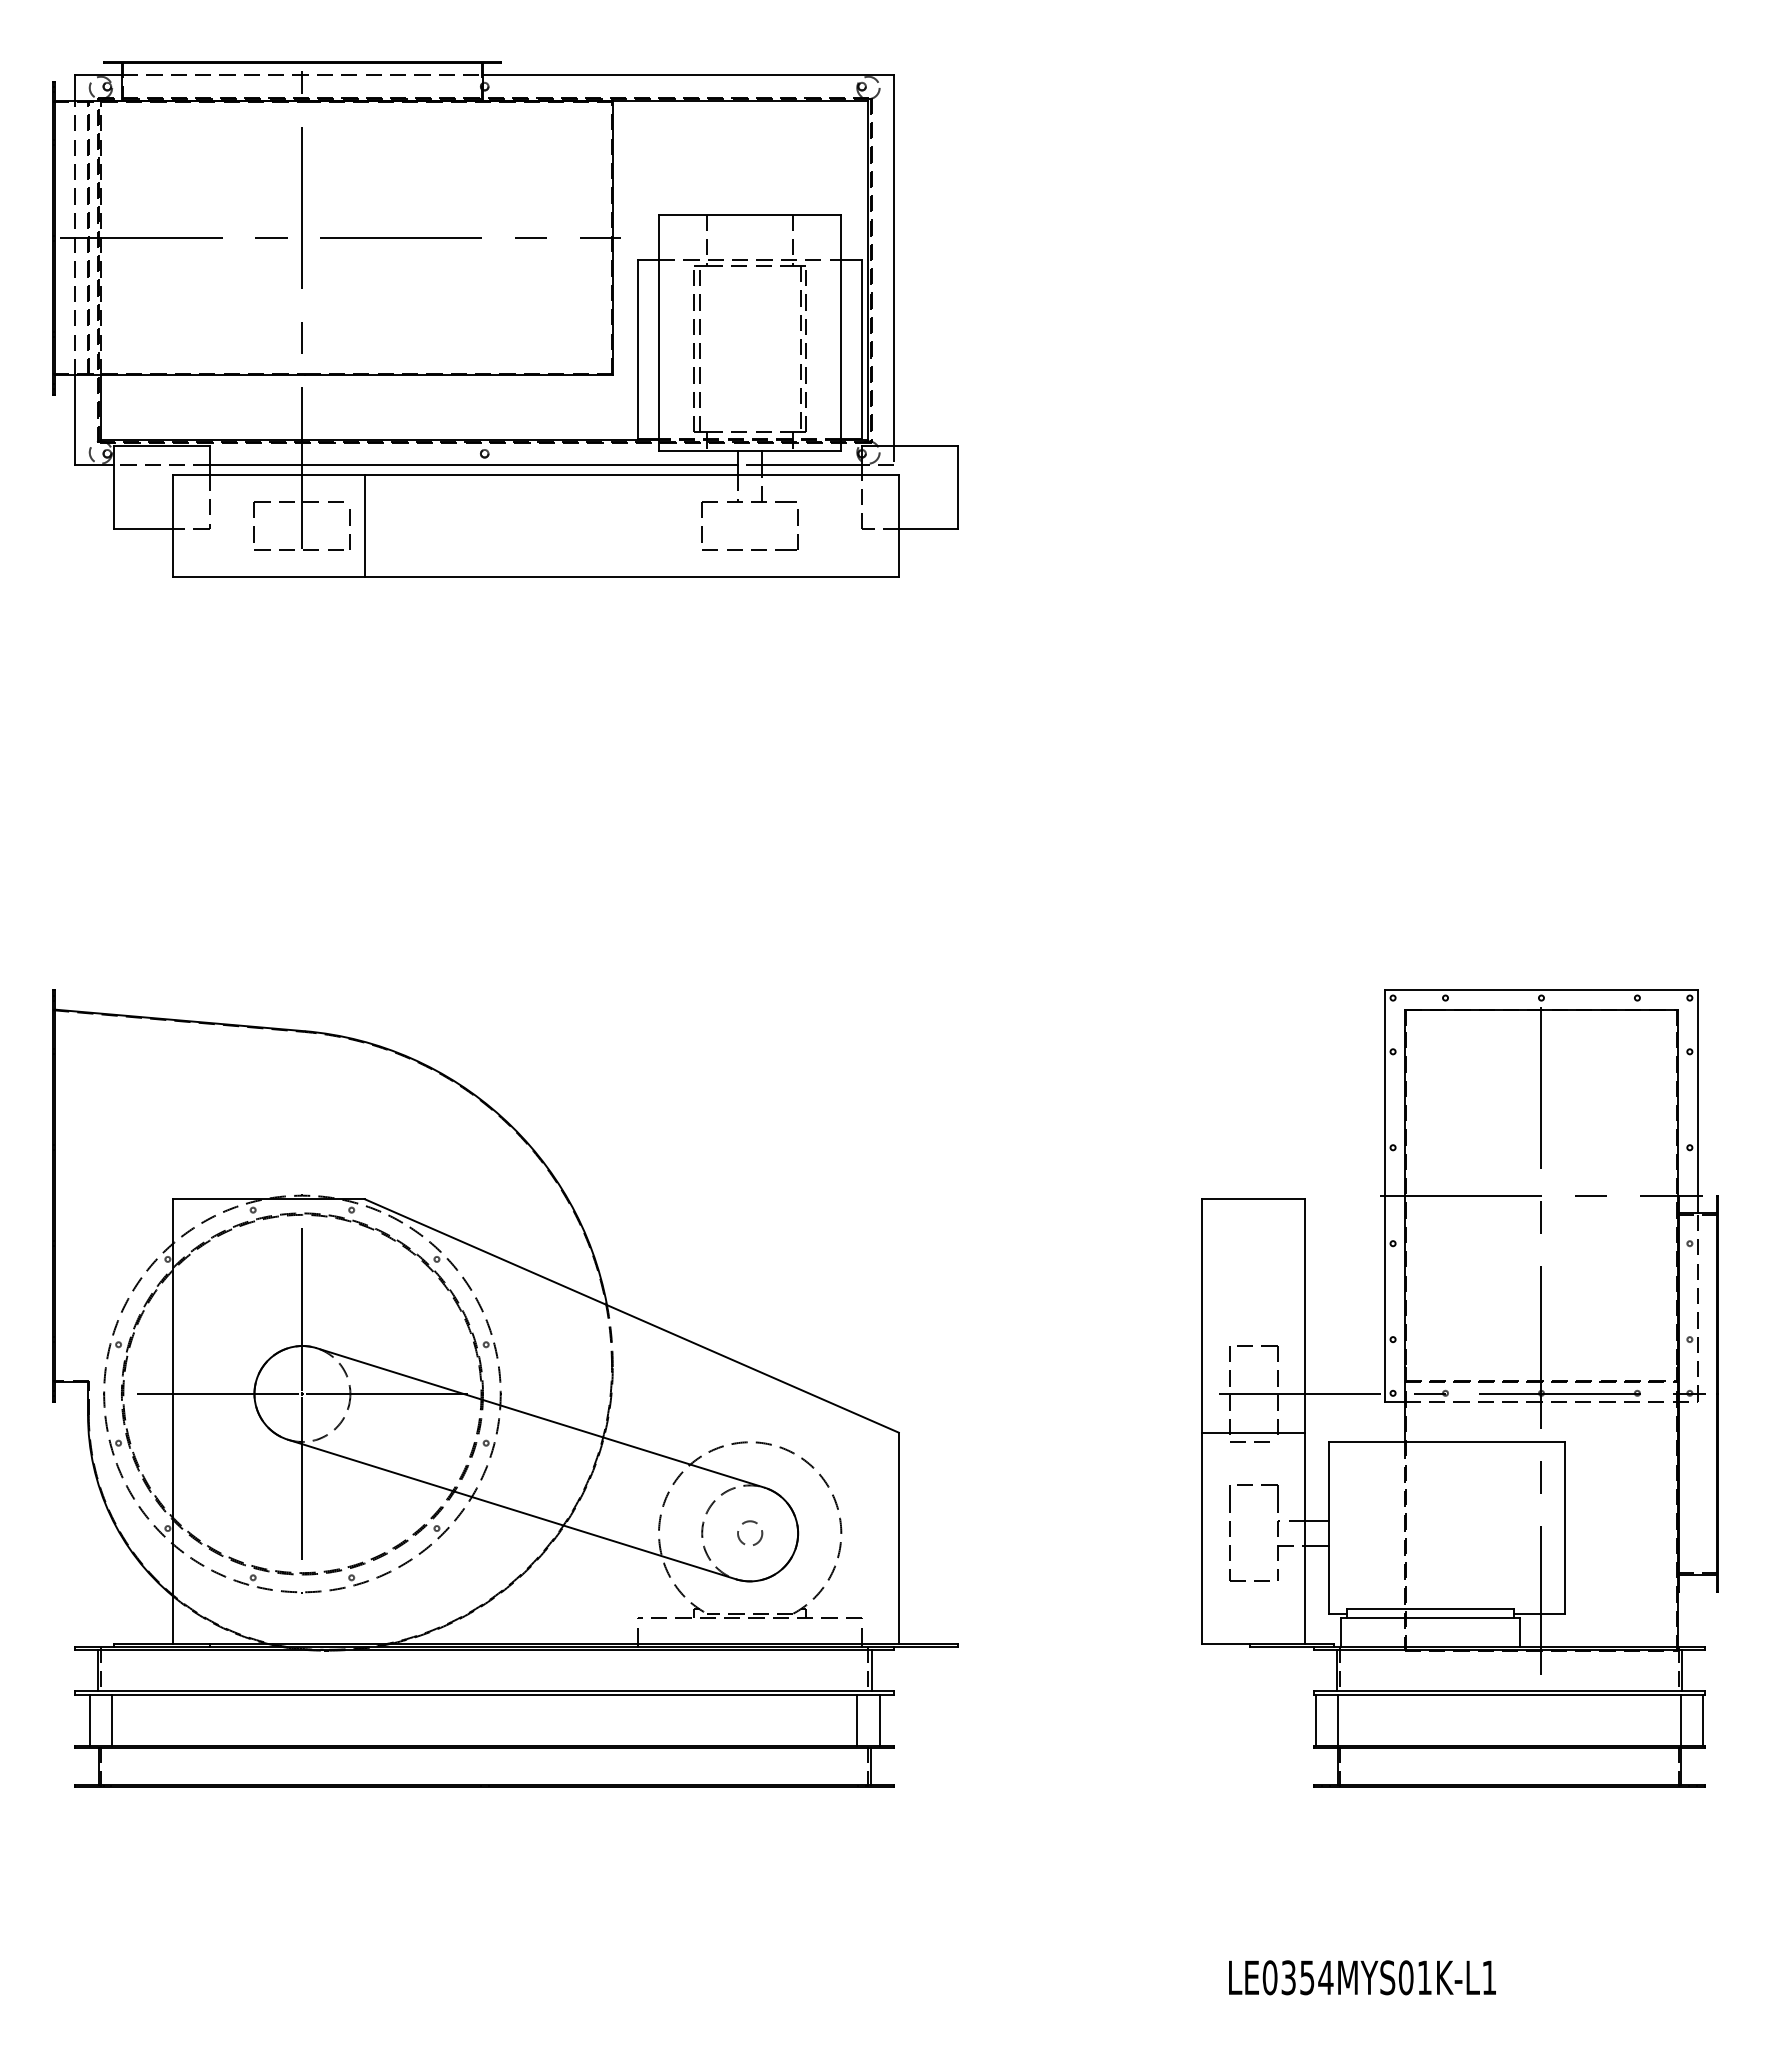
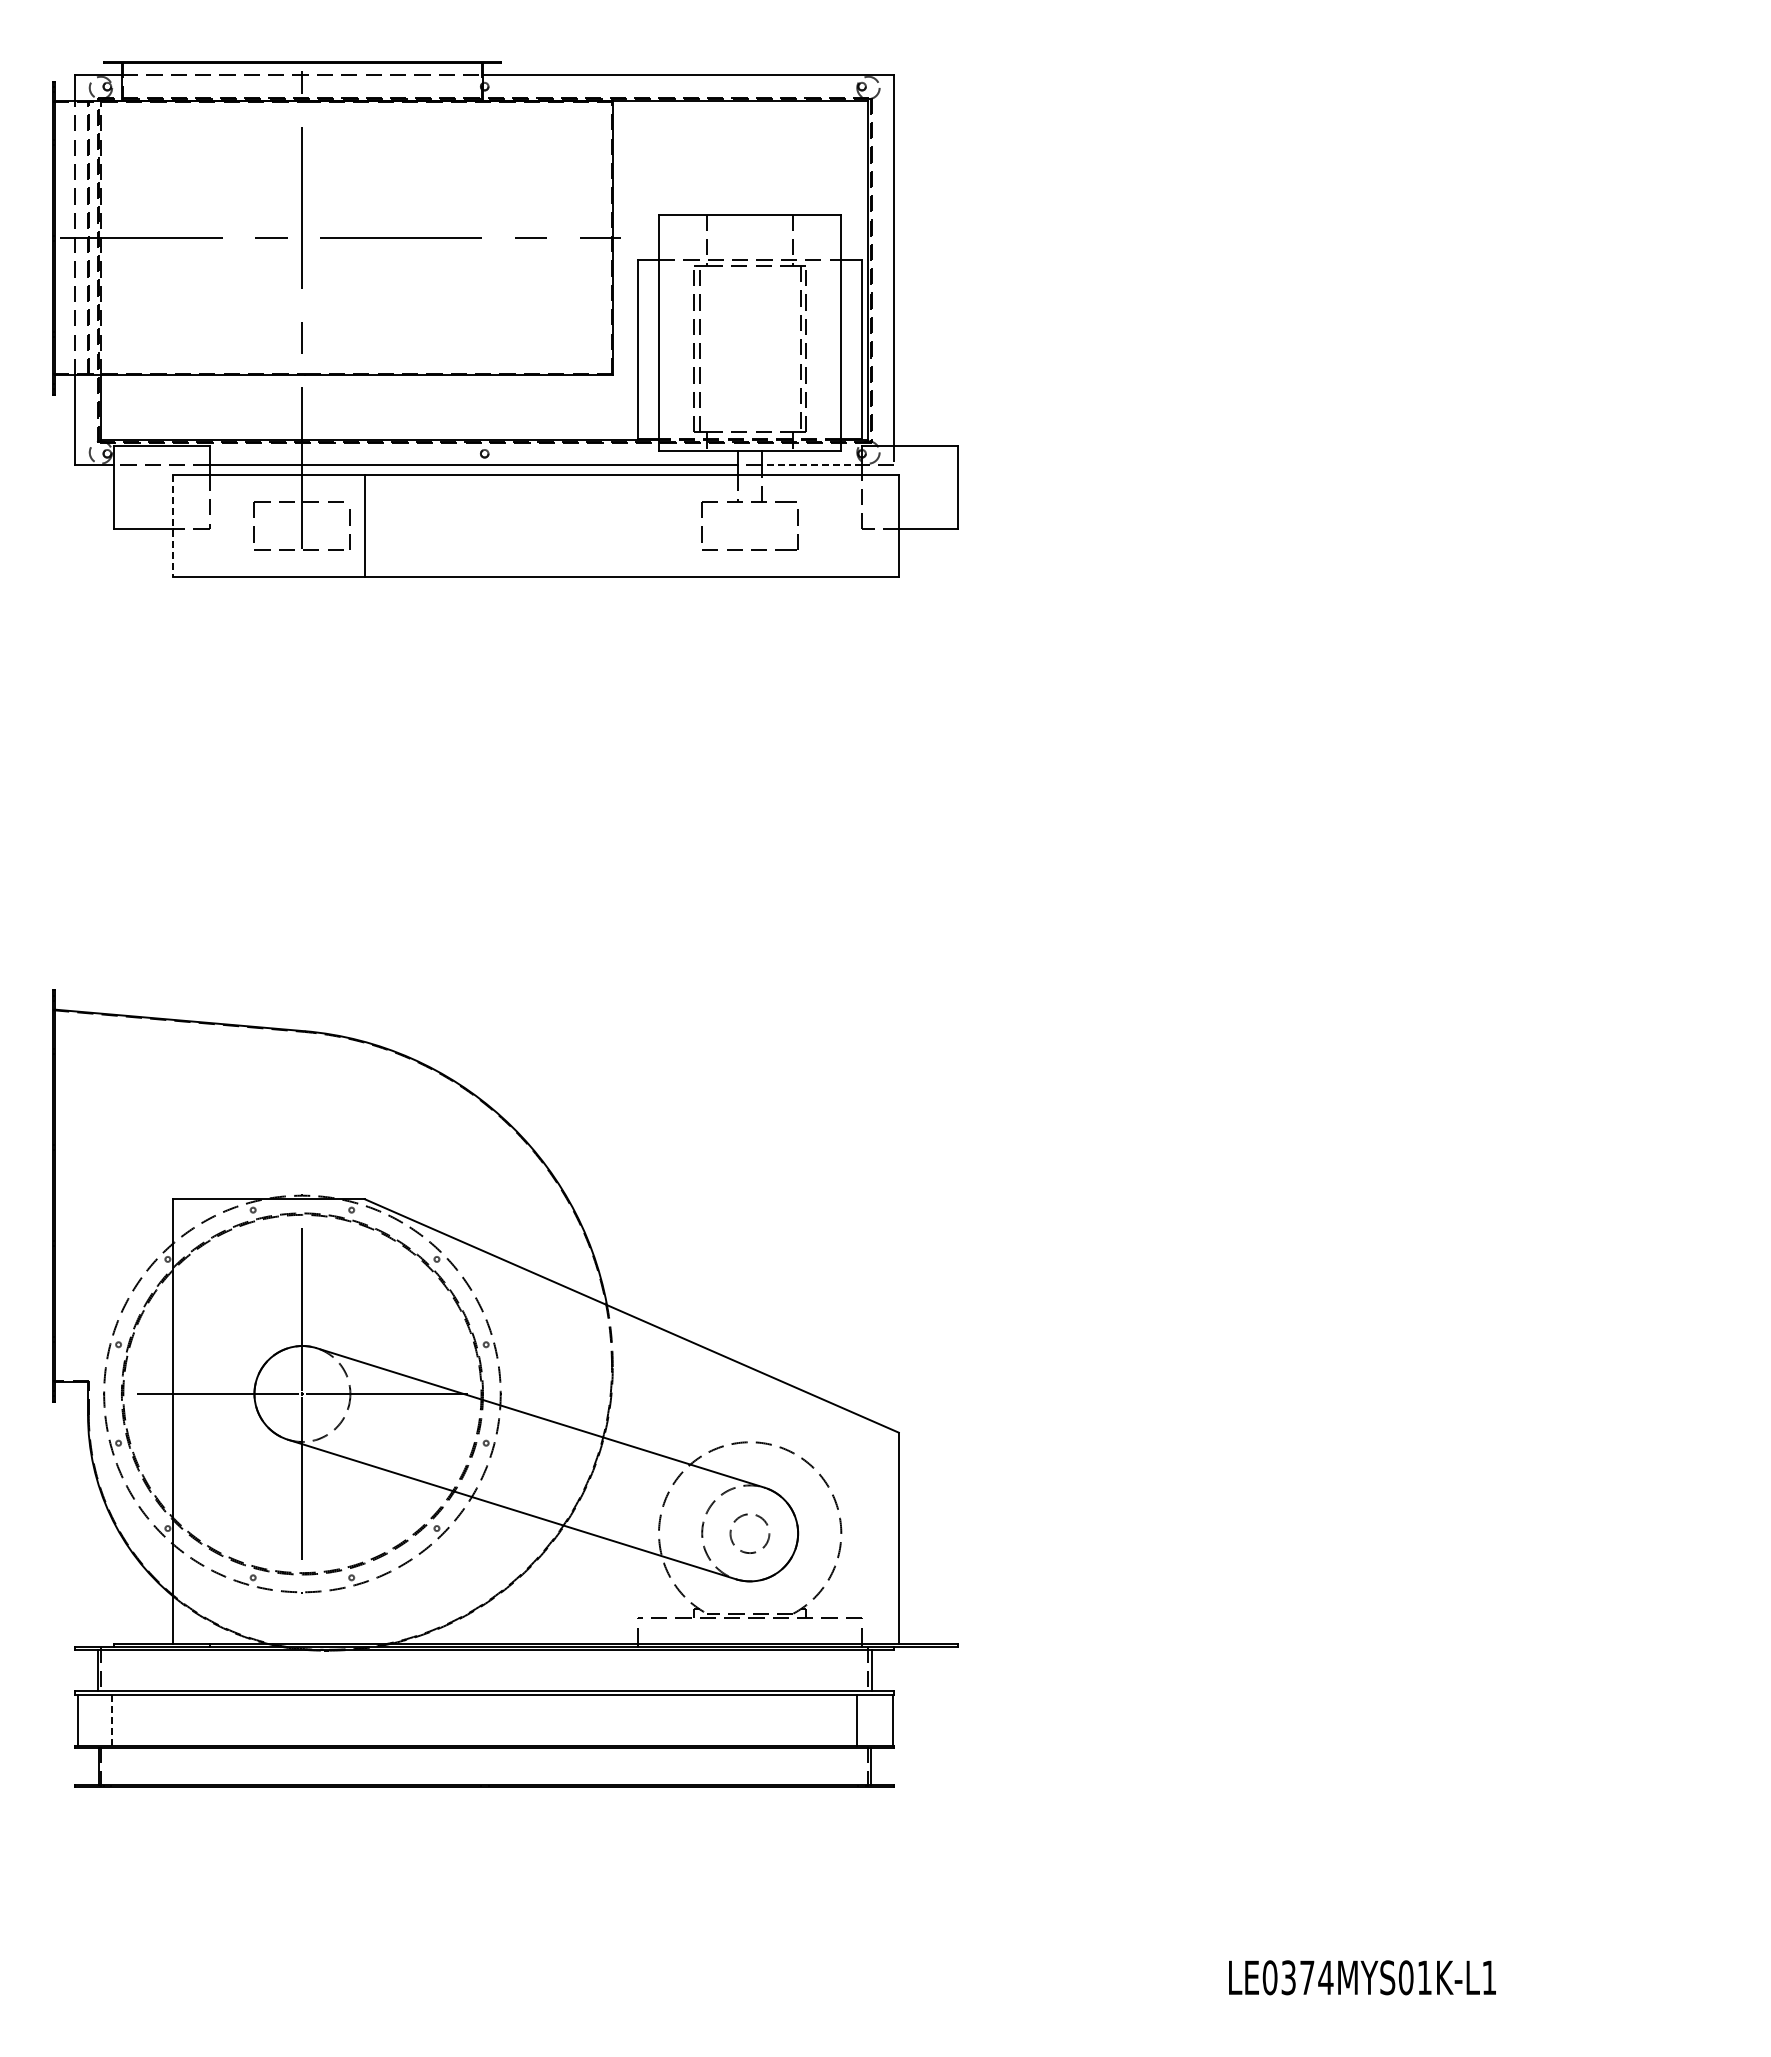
line at (812, 465): solid -> dashed
line at (172, 526): solid -> dashed
part at (1459, 1388): present -> none
circle at (750, 1532) size: 27x26 px -> 42x41 px
line at (89, 1719) position: (89, 1719) -> (77, 1719)
line at (879, 1719) position: (879, 1719) -> (892, 1719)
line at (112, 1720): solid -> dashed
text at (1307, 1977): LE0354MYS01K-L1 -> LE0374MYS01K-L1
